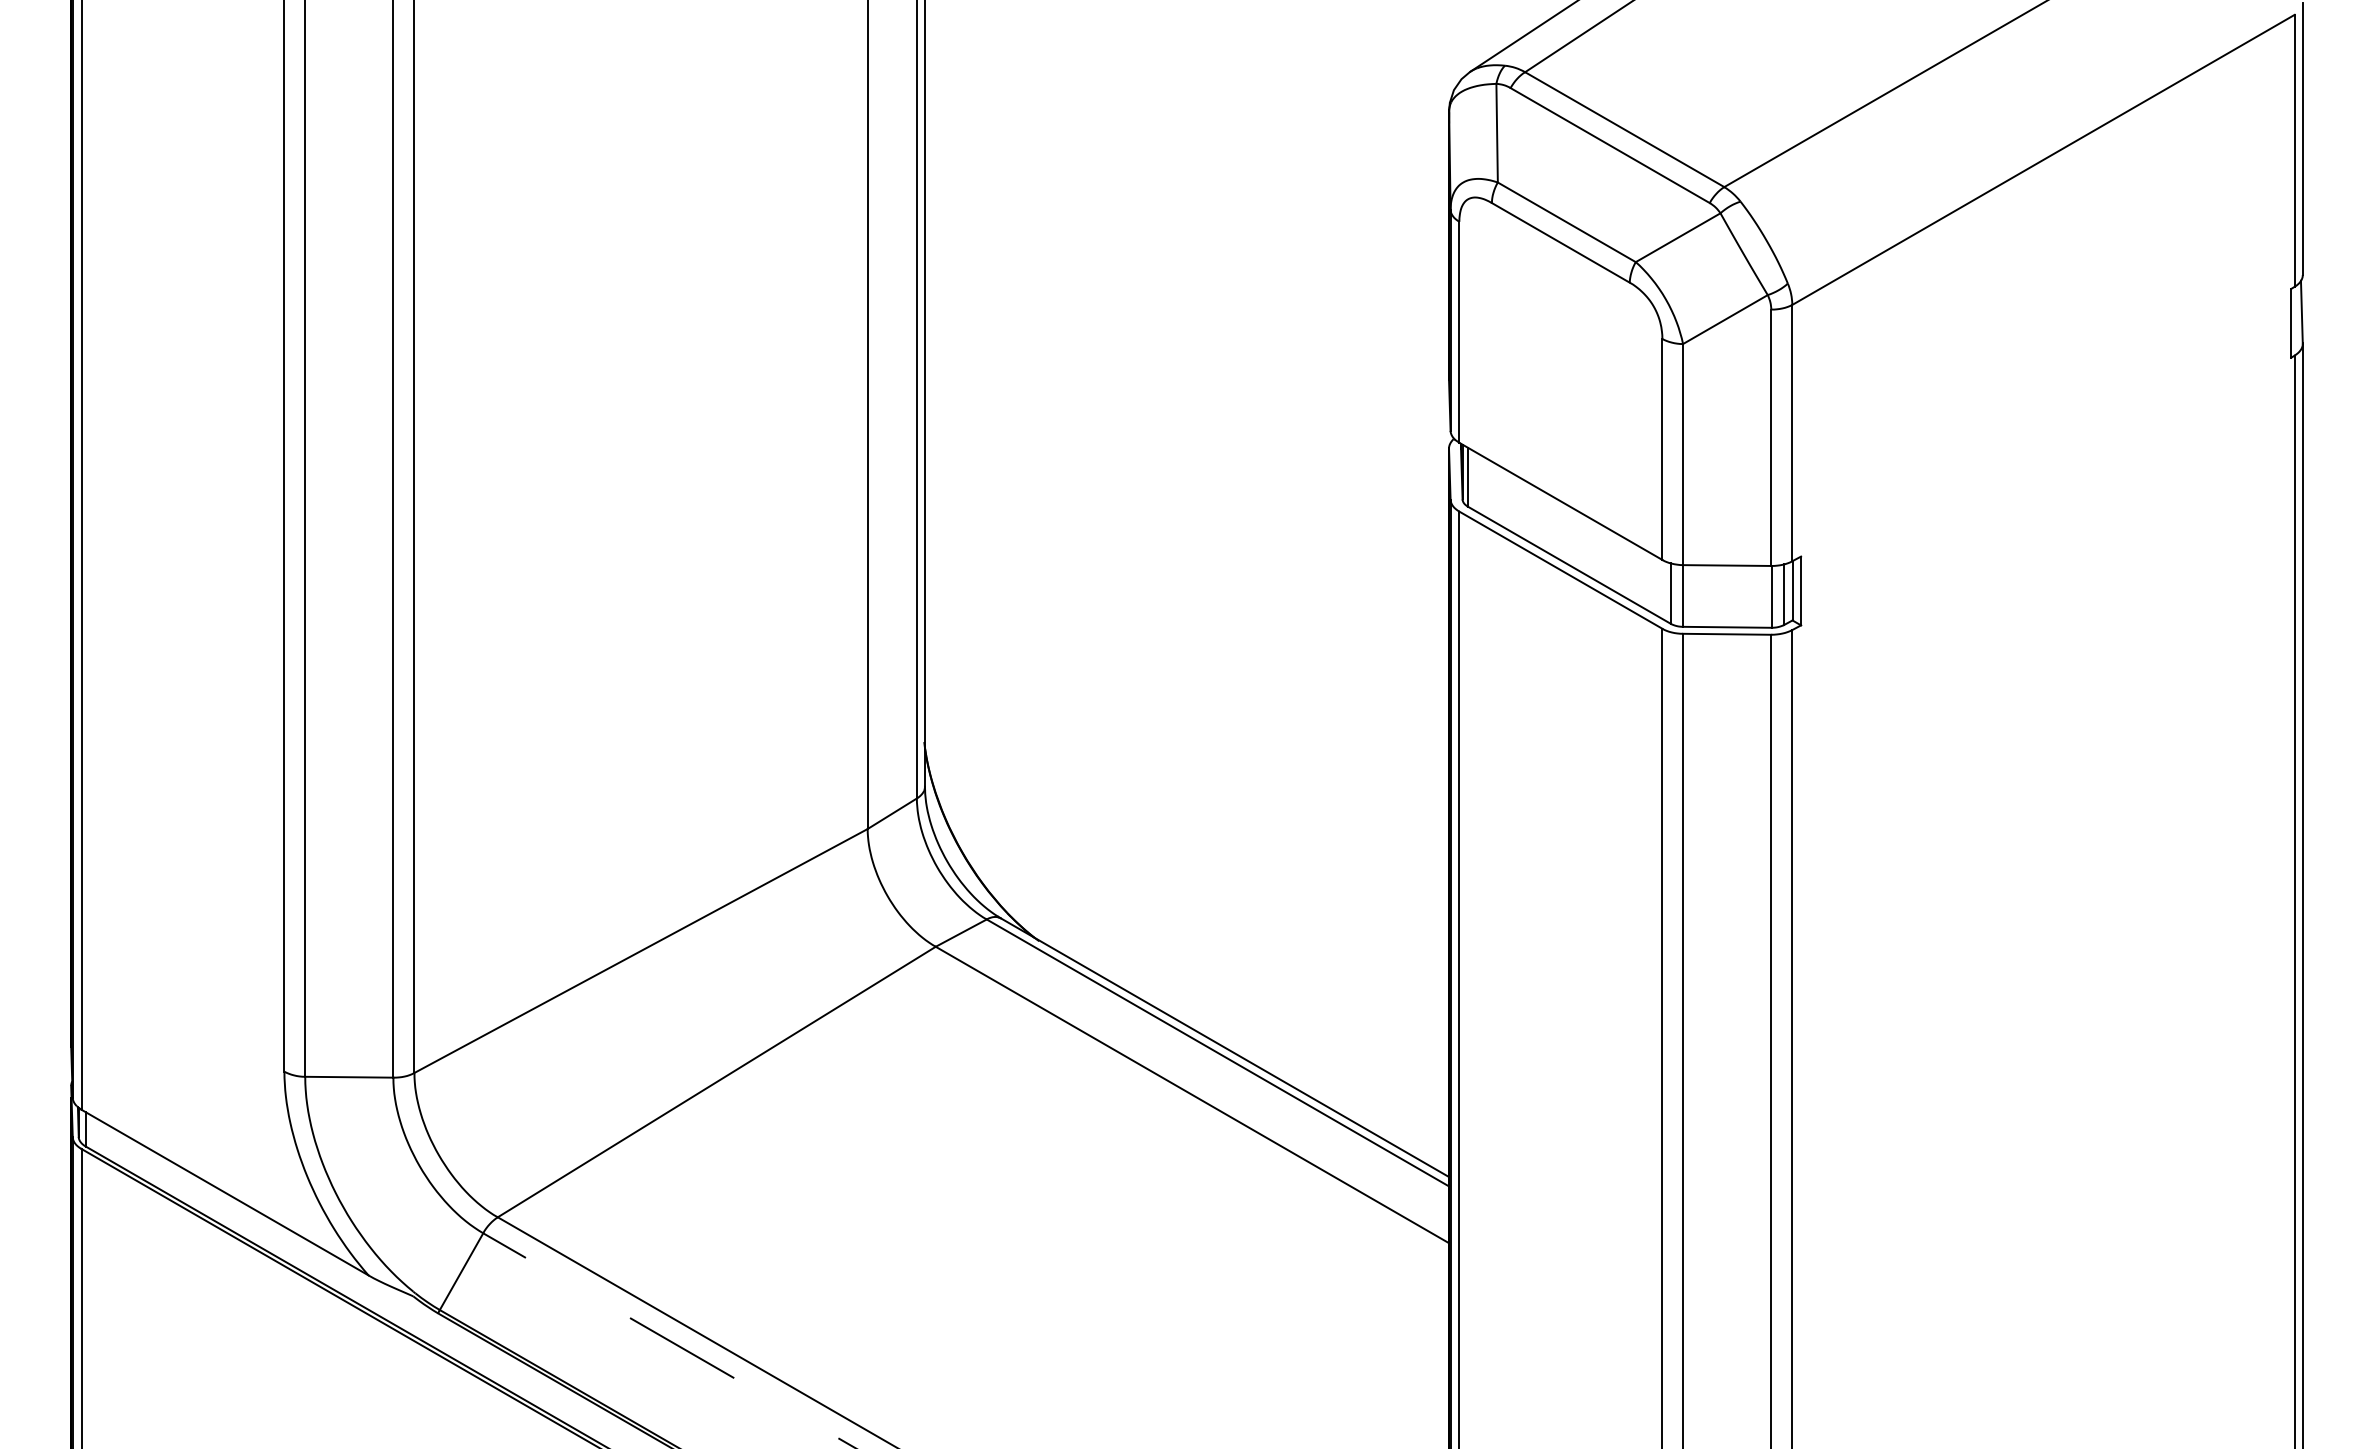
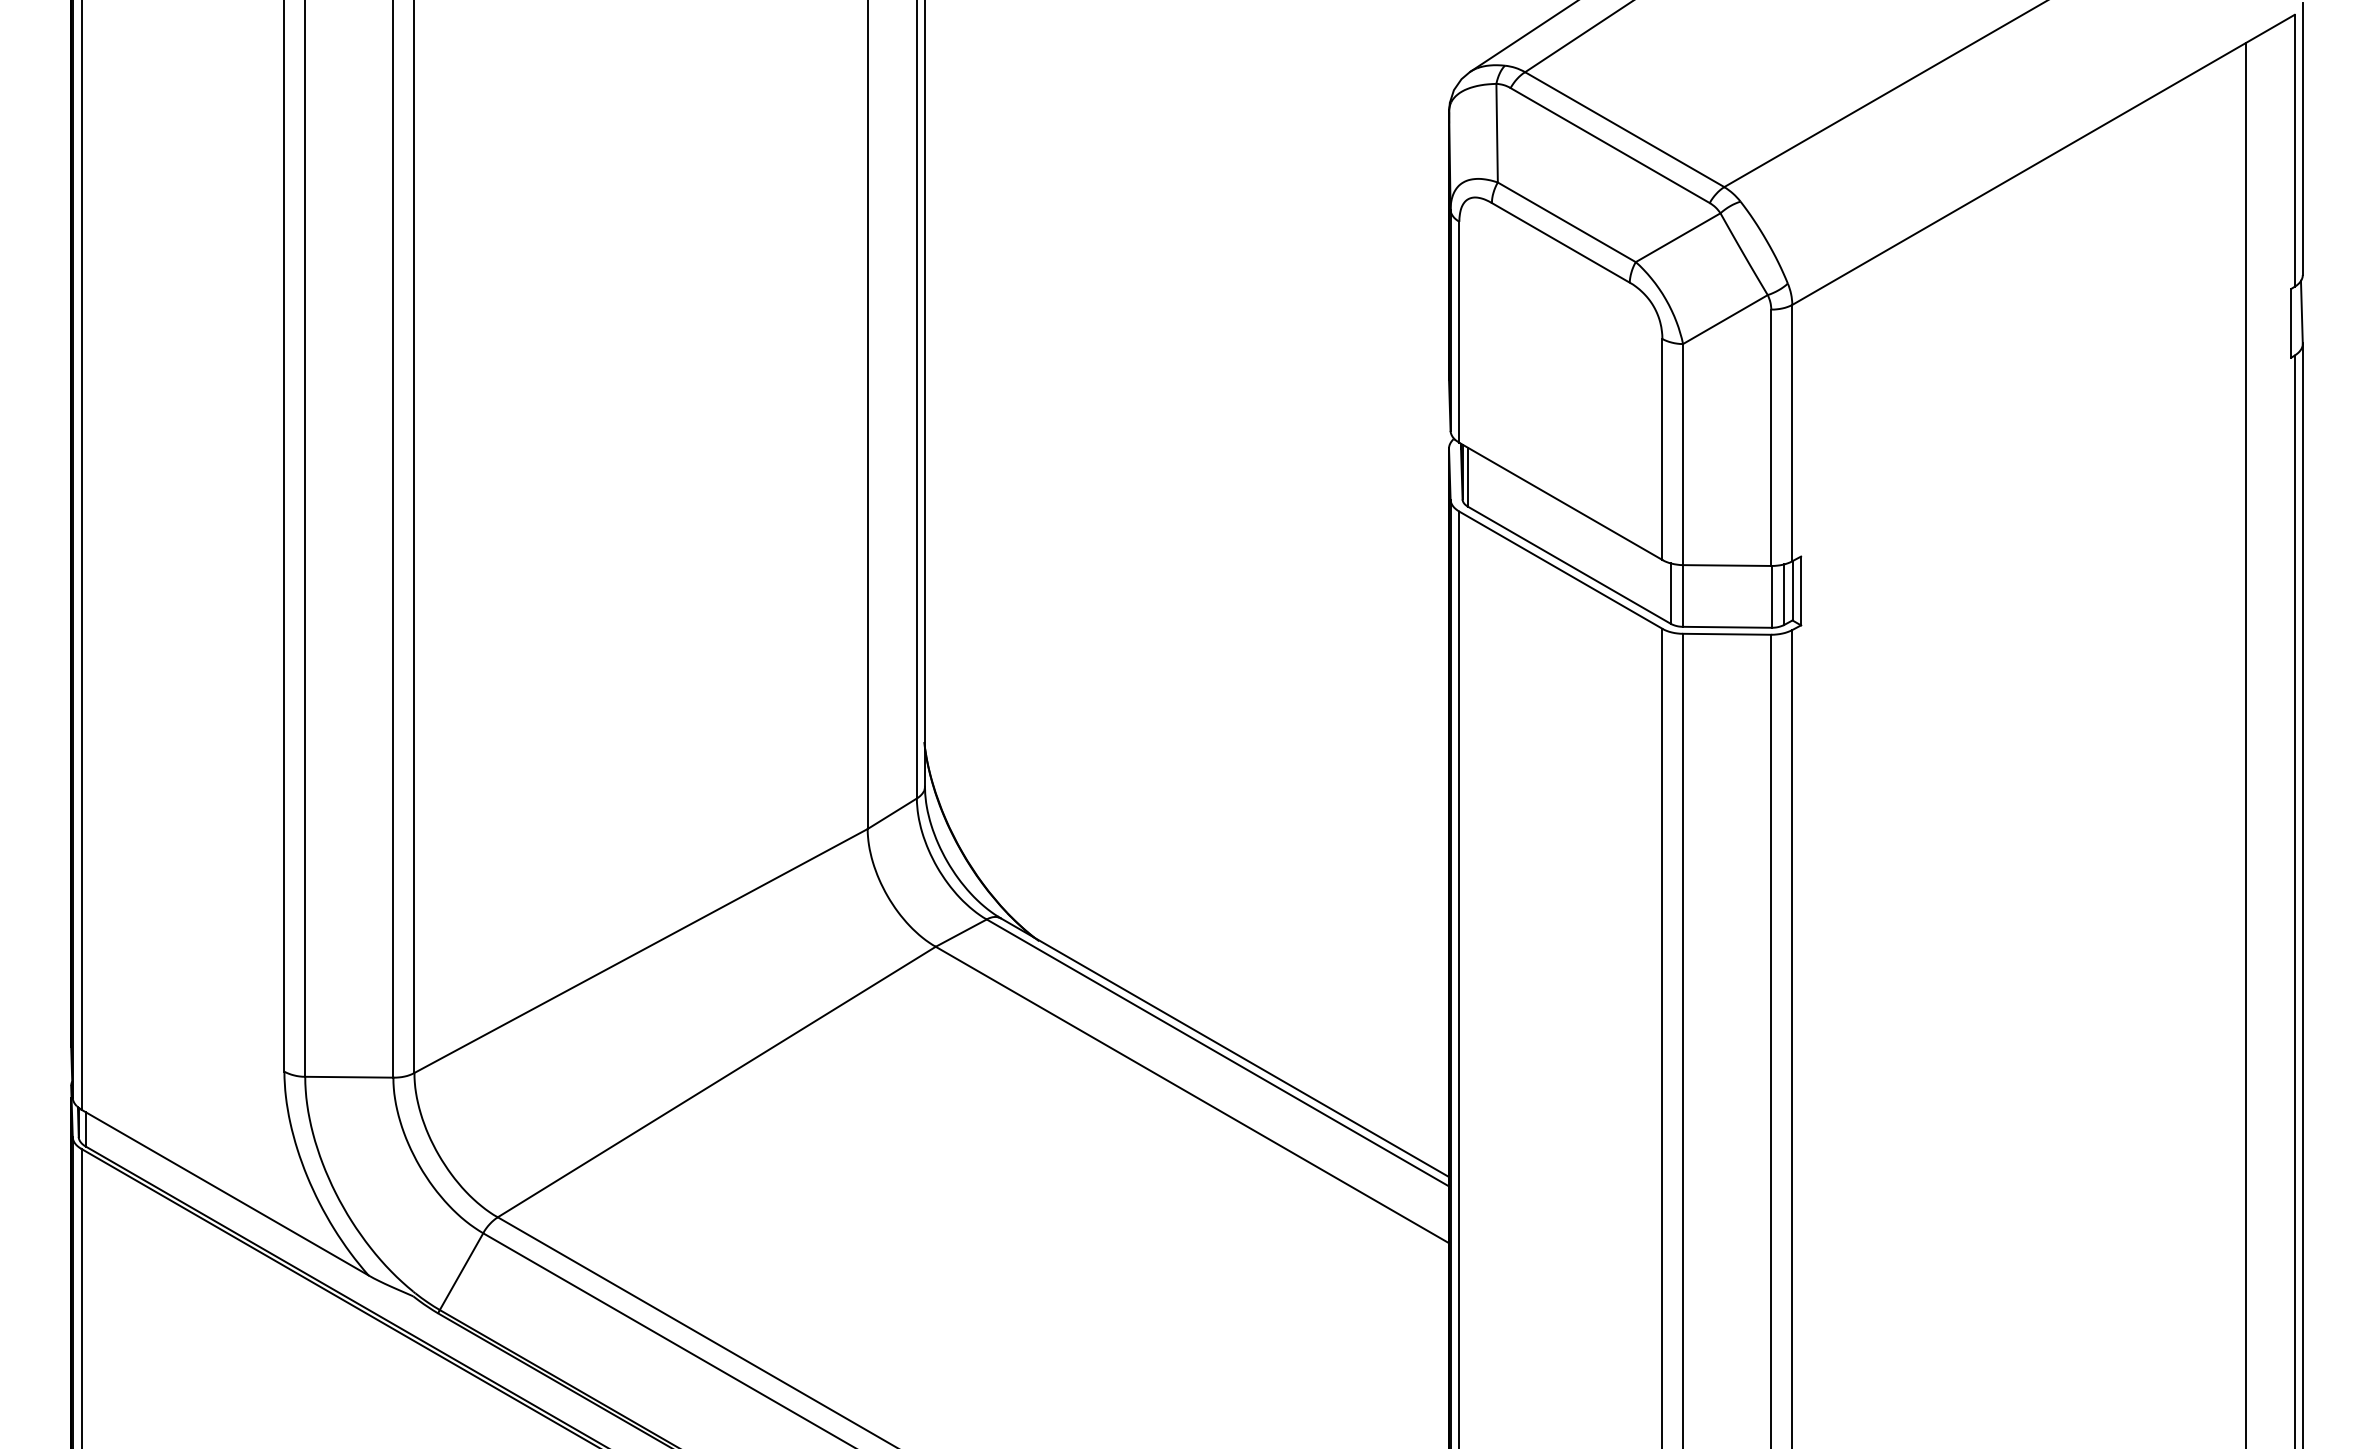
line at (2245, 744): none -> present
line at (669, 1340): dashed -> solid
